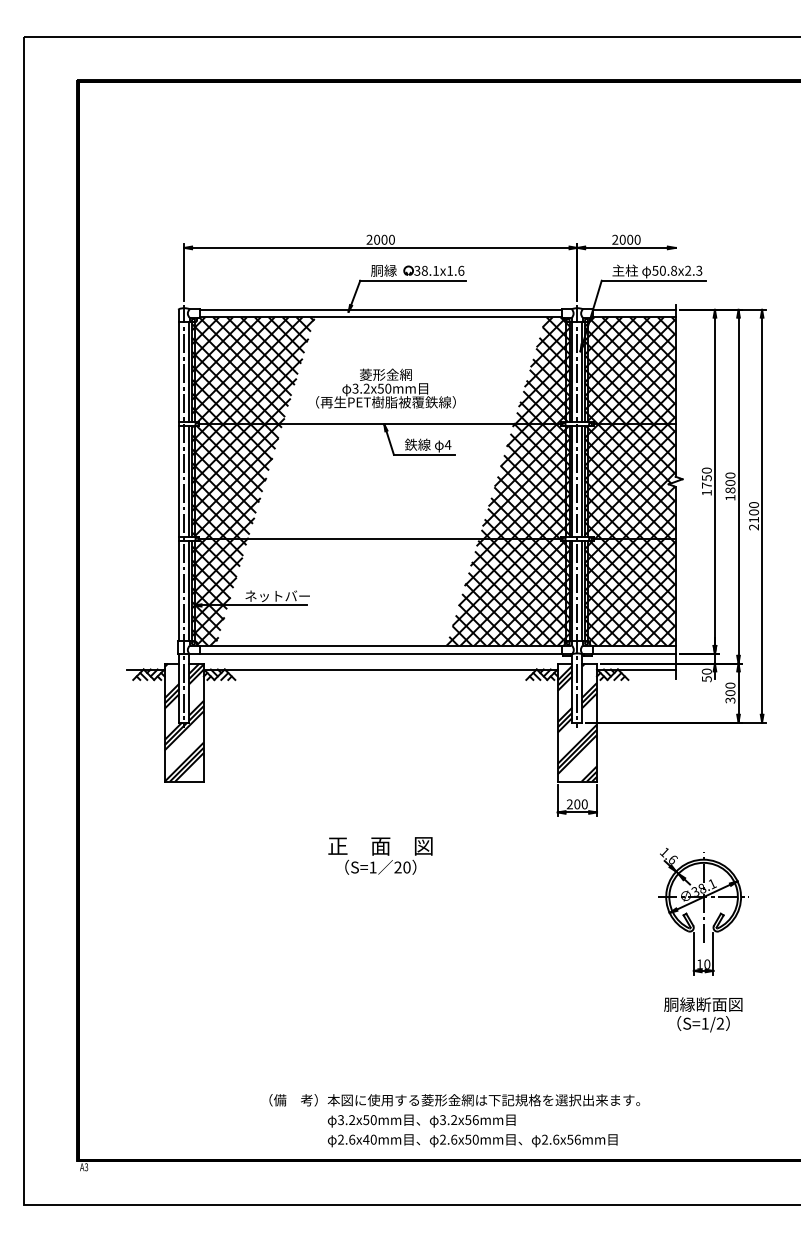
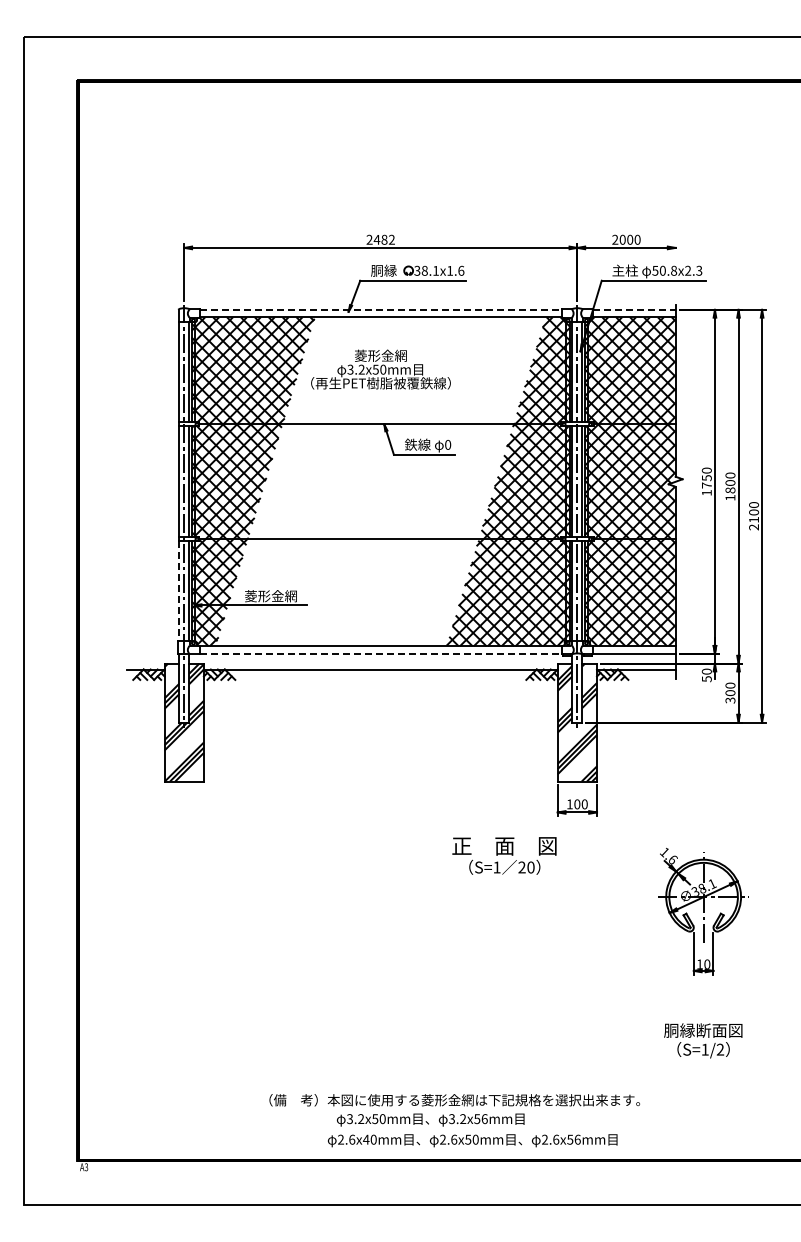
text at (383, 239): 2000 -> 2482
line at (380, 309): solid -> dashed
line at (634, 309): solid -> dashed
text at (385, 388) position: (385, 388) -> (380, 369)
text at (447, 444): 4 -> 0
line at (179, 591): solid -> dashed
text at (277, 596): ネットバー -> 菱形金網
line at (380, 653): solid -> dashed
text at (569, 804): 200 -> 100
text at (380, 855) position: (380, 855) -> (504, 855)
text at (703, 1014) position: (703, 1014) -> (703, 1040)
text at (421, 1120) position: (421, 1120) -> (430, 1119)
